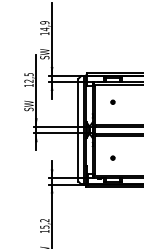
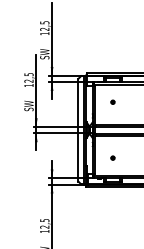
text at (44, 26): 14,9 -> 12,5
text at (44, 223): 15,2 -> 12,5
